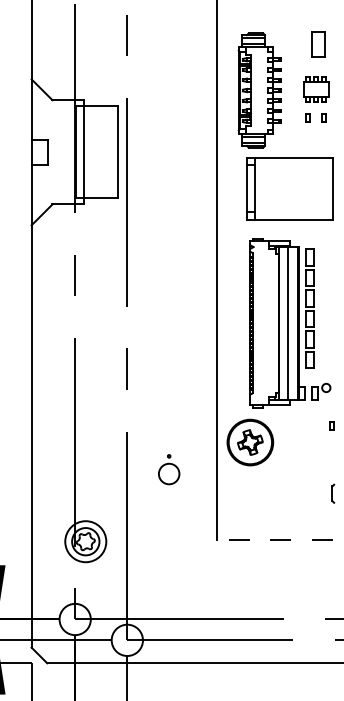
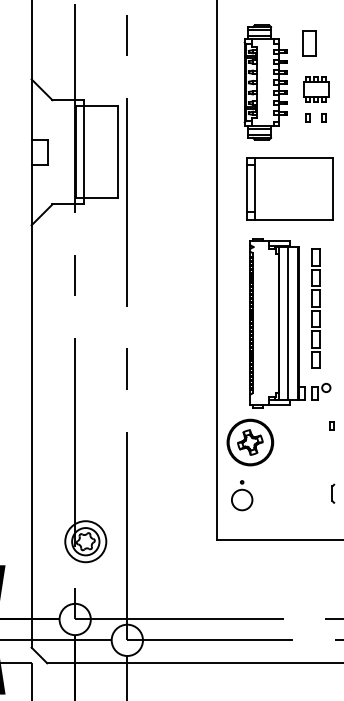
part at (318, 44) position: (318, 44) -> (309, 43)
part at (259, 90) position: (259, 90) -> (265, 82)
part at (309, 308) position: (309, 308) -> (315, 308)
part at (169, 469) position: (169, 469) -> (242, 495)
line at (279, 540): dashed -> solid
